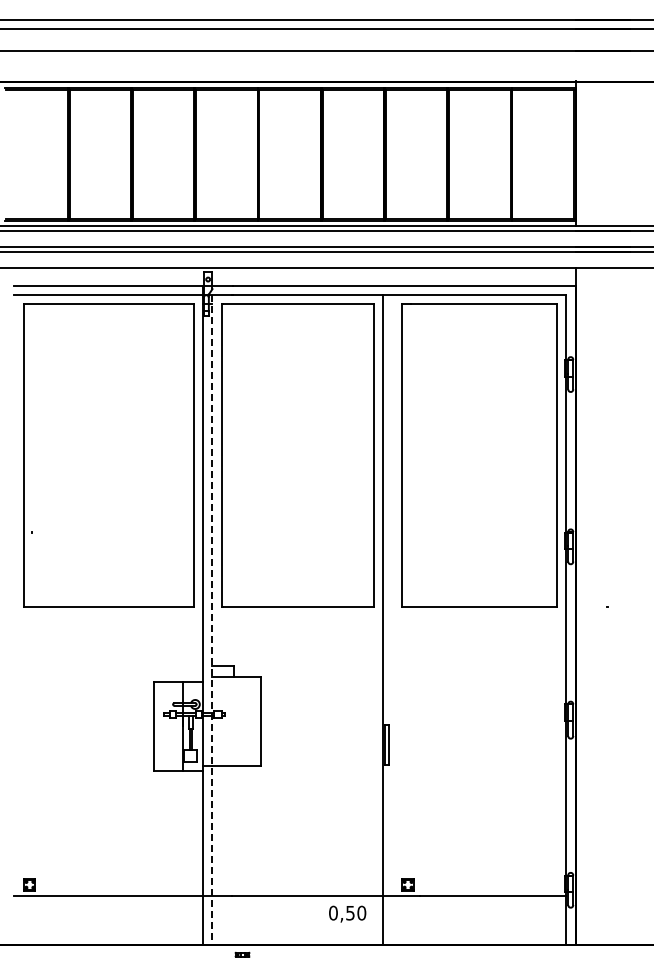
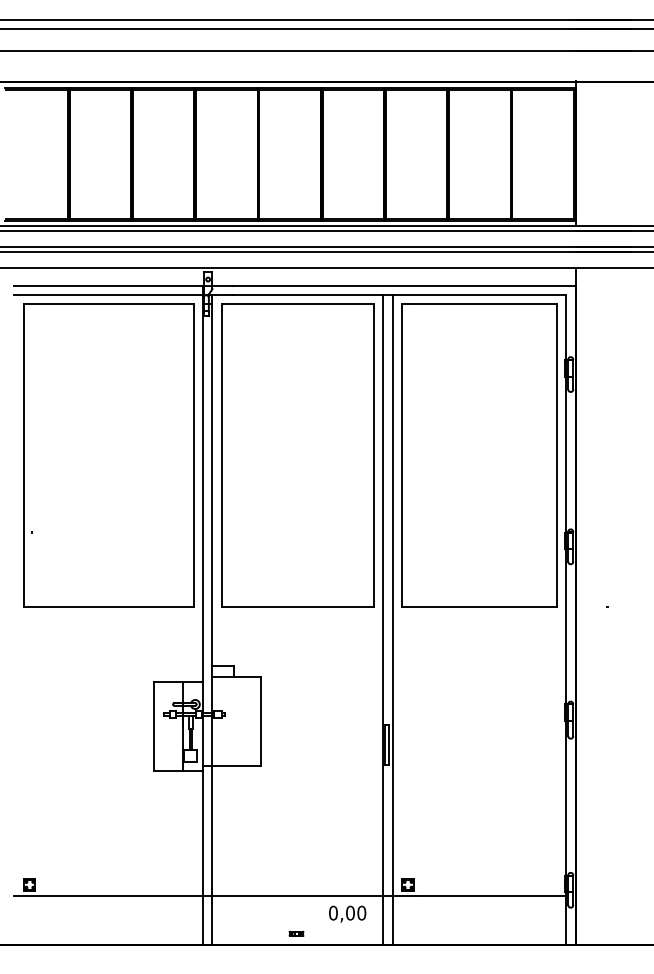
line at (212, 619): dashed -> solid
line at (392, 619): none -> present
text at (350, 912): 0,50 -> 0,00
part at (242, 954) position: (242, 954) -> (296, 933)
